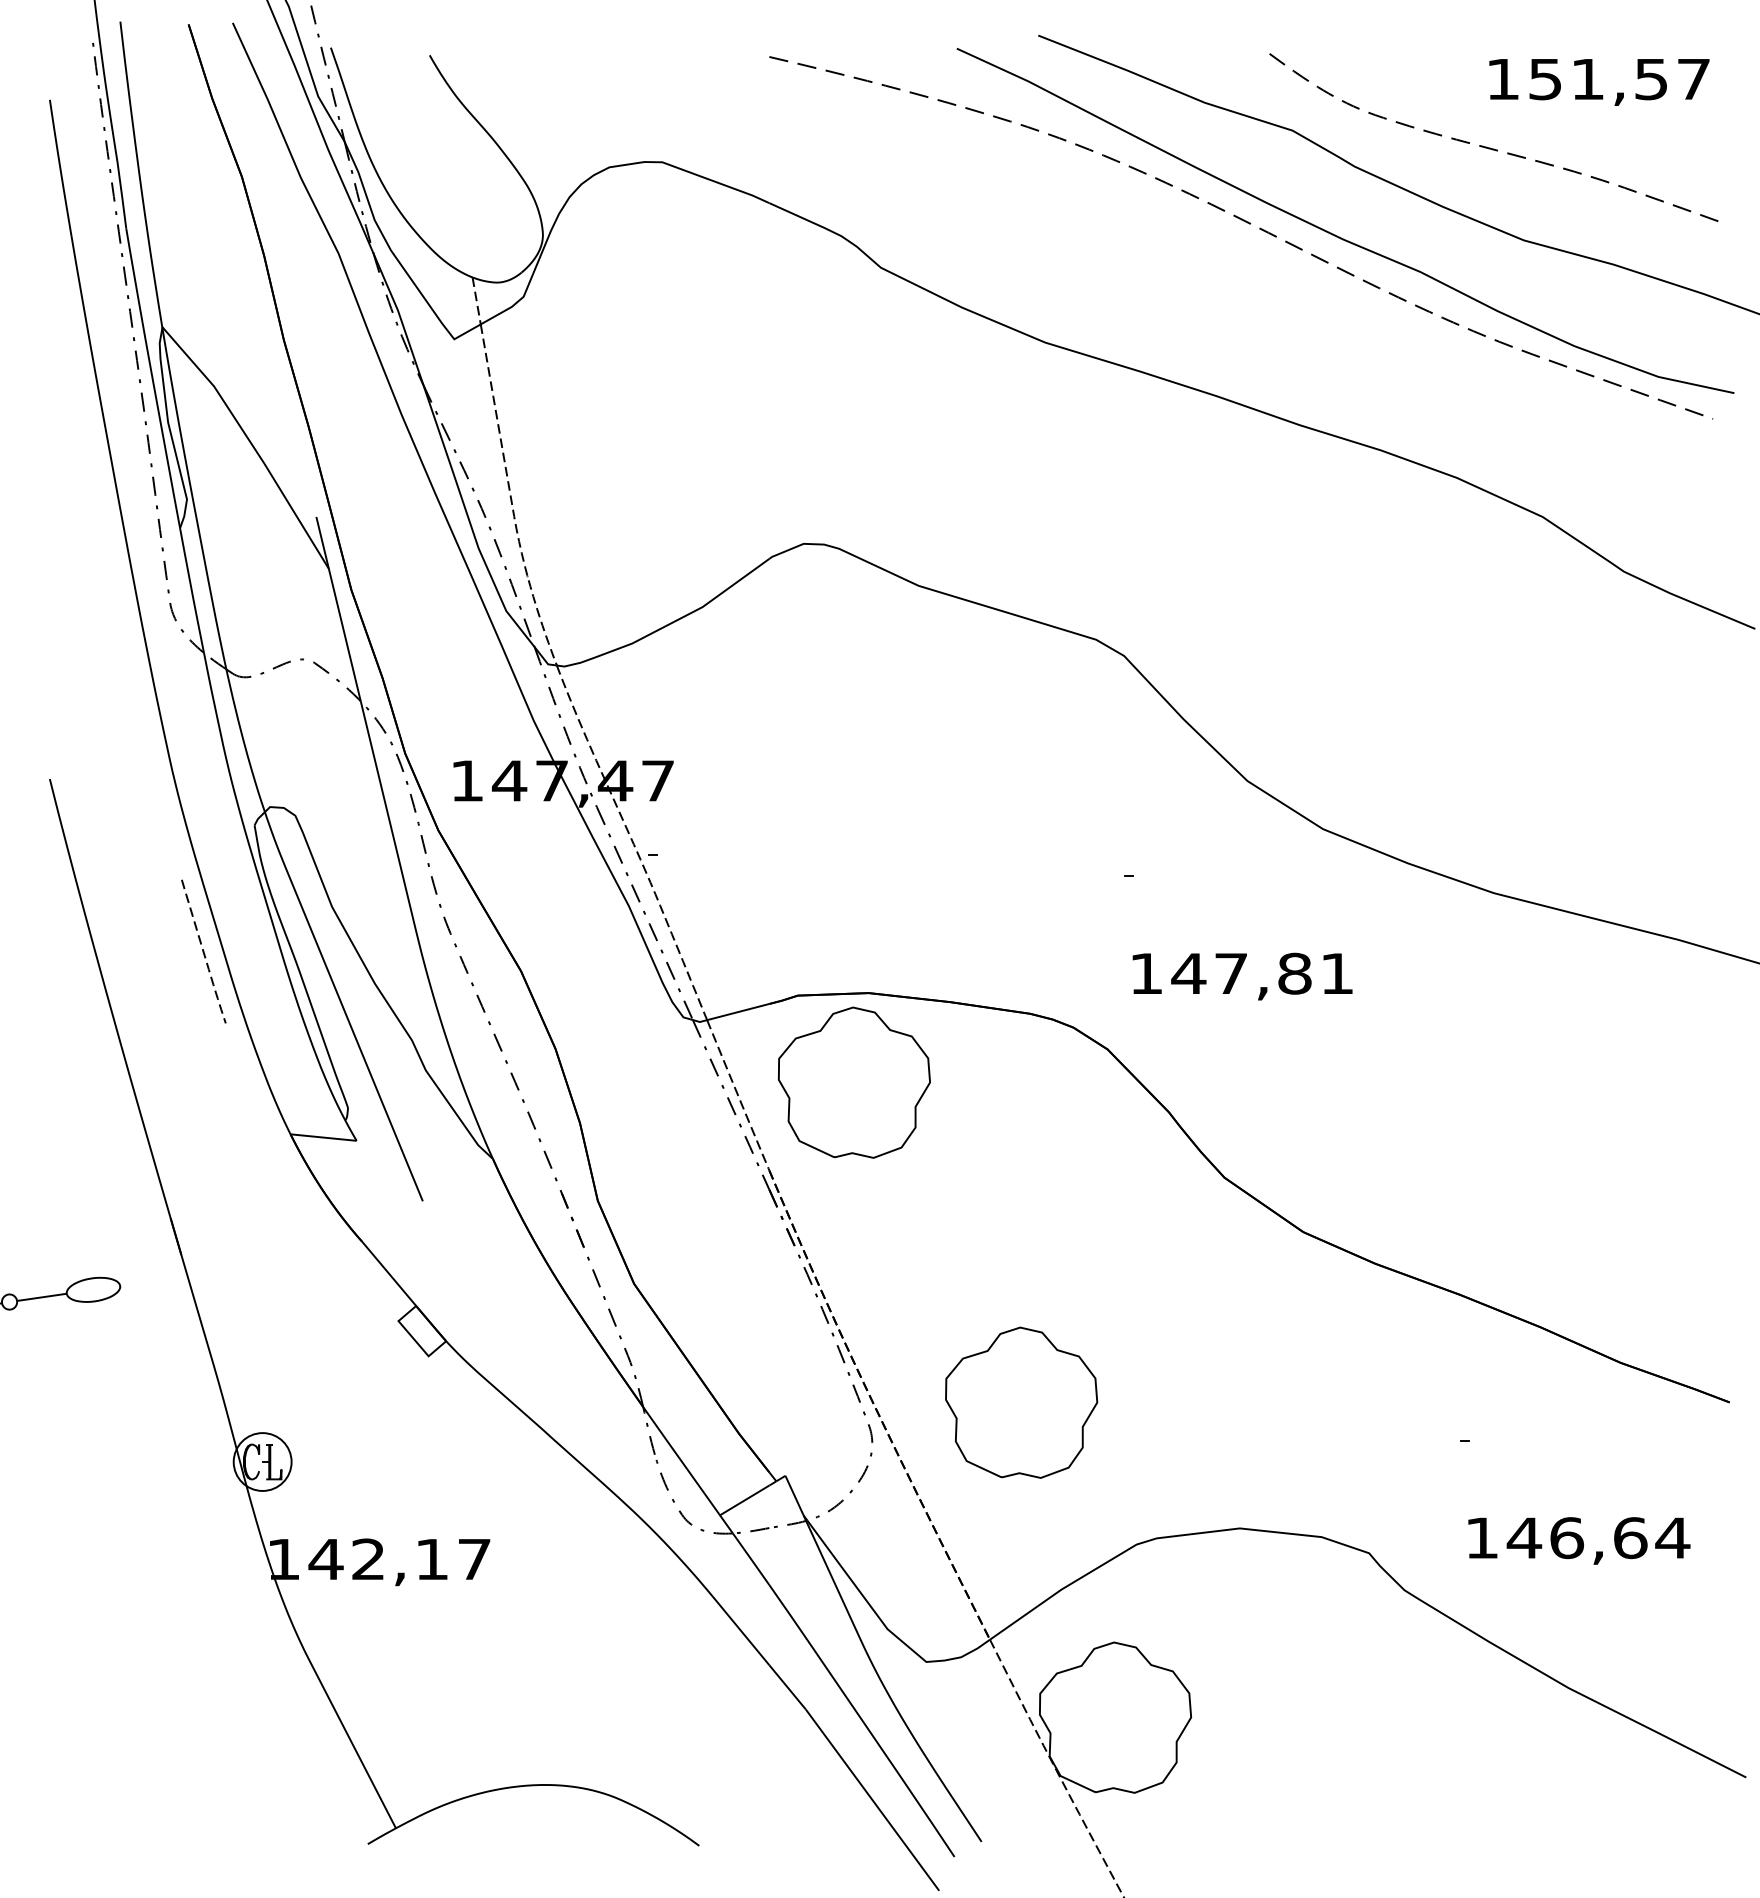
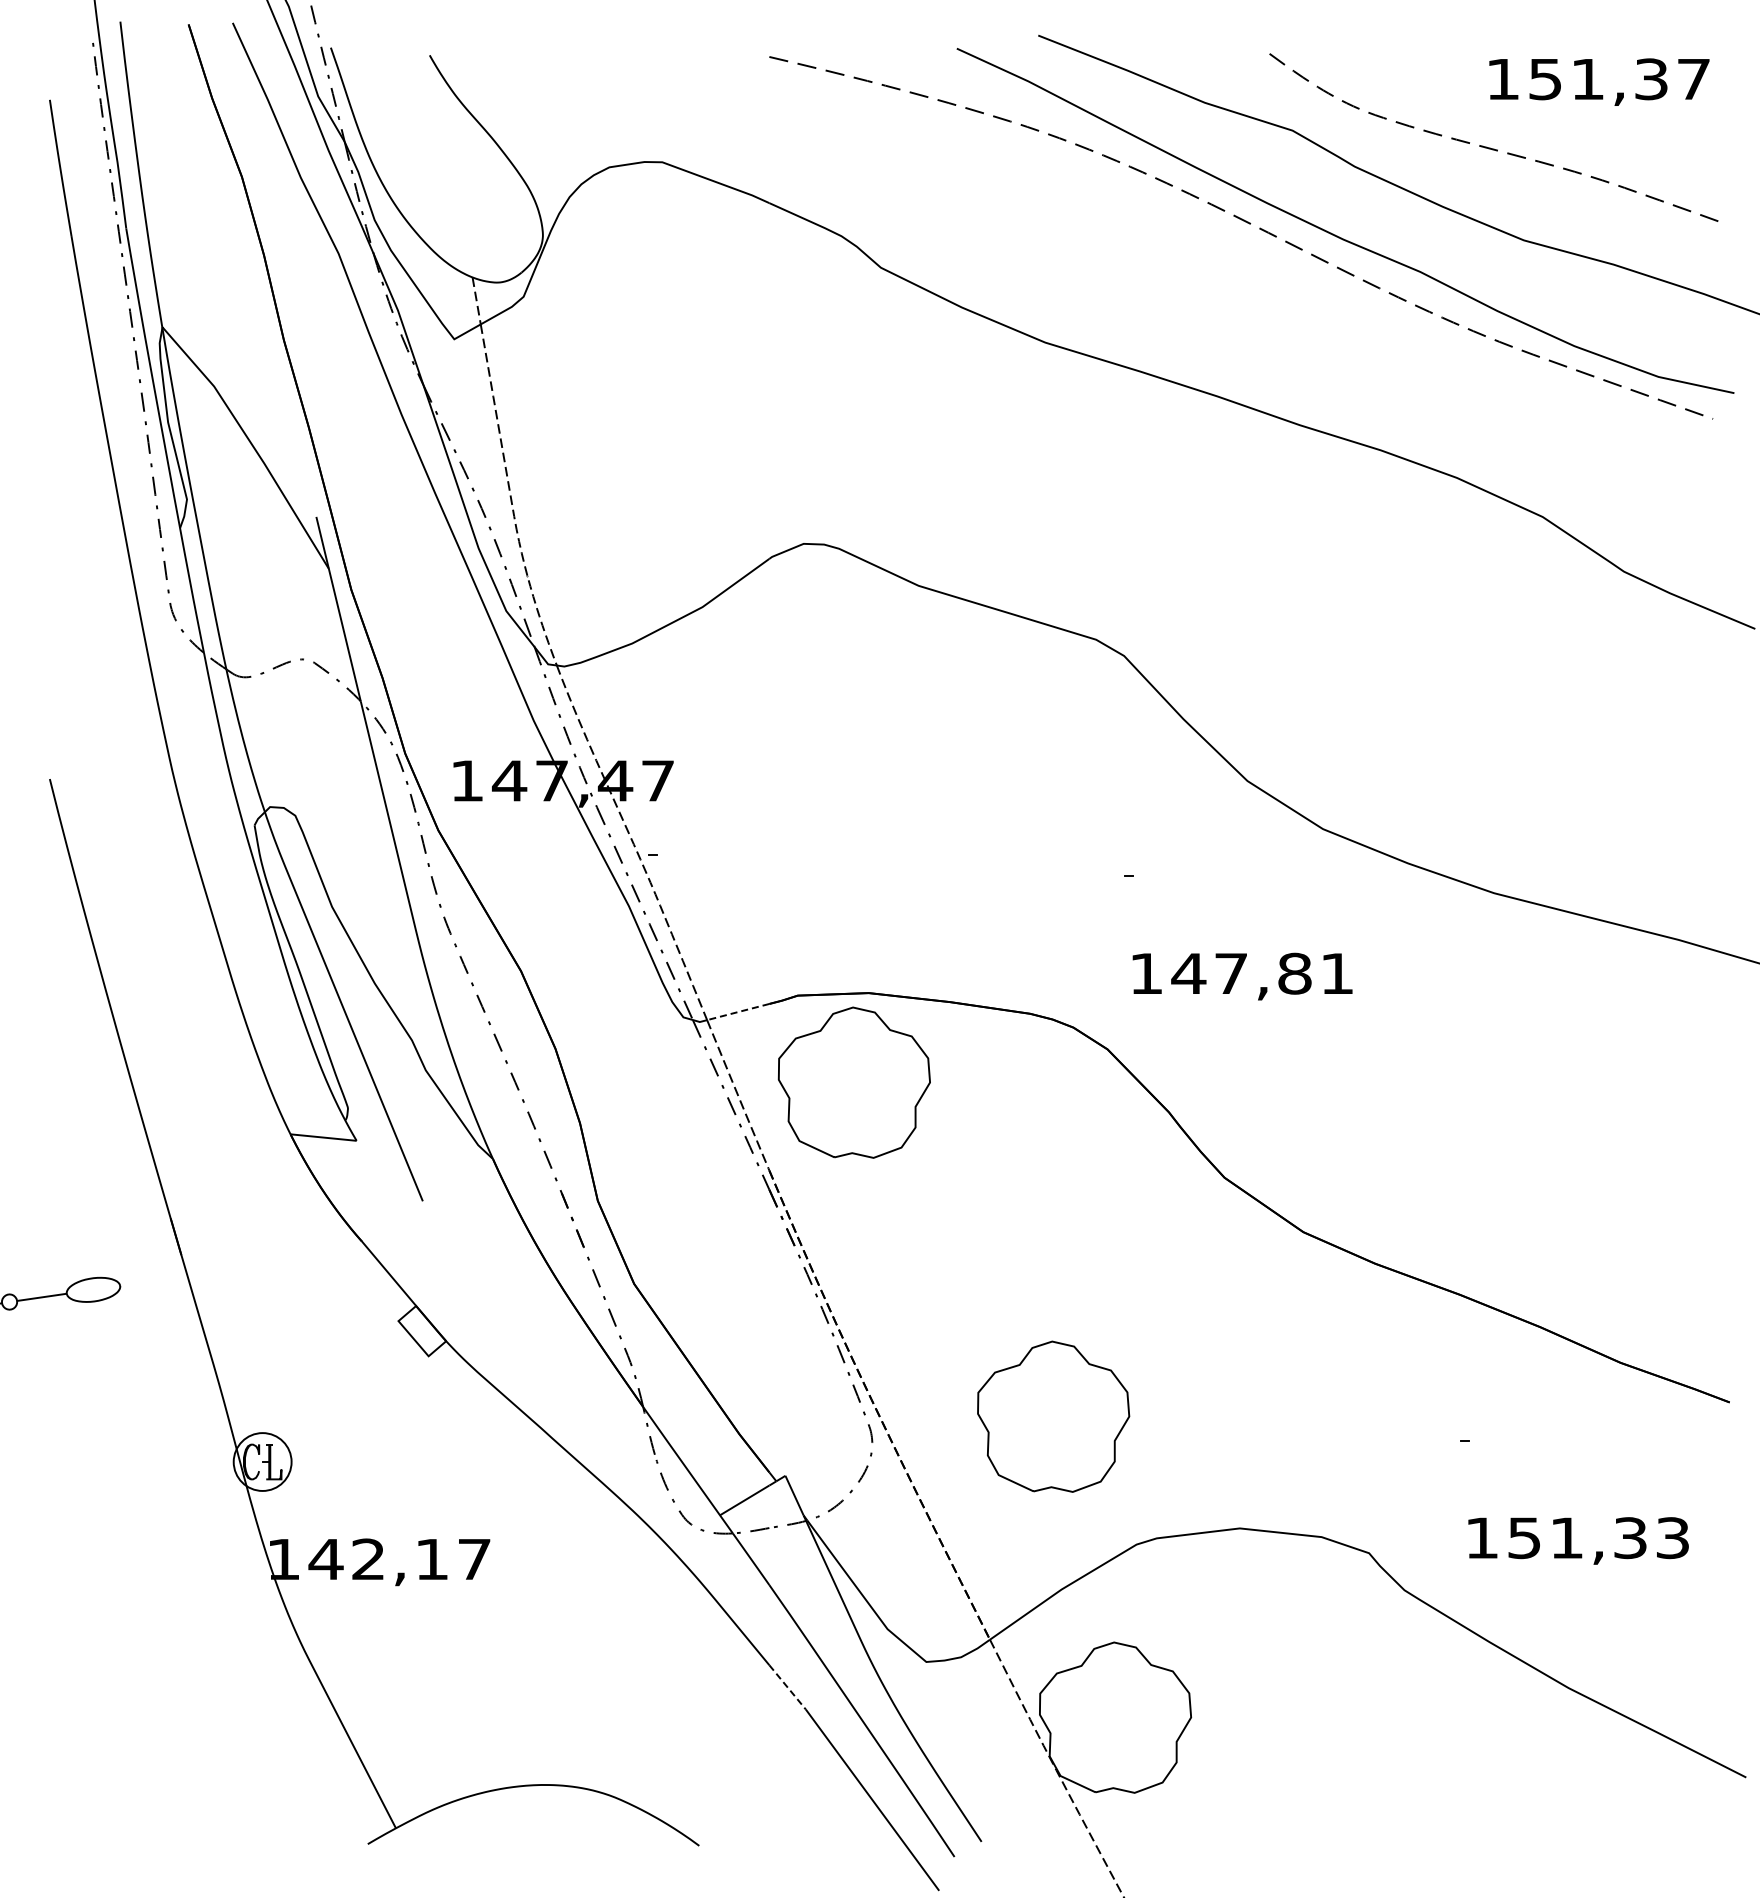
text at (1651, 78): 151,57 -> 151,37
curve at (203, 951): present -> none
line at (737, 1012): solid -> dashed
part at (1021, 1402) position: (1021, 1402) -> (1053, 1416)
text at (1598, 1538): 146,64 -> 151,33
line at (787, 1687): solid -> dashed
